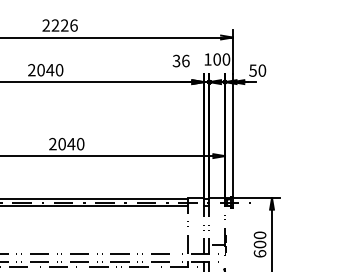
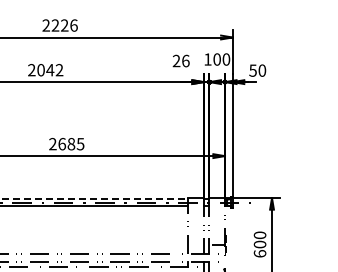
text at (176, 61): 36 -> 26
text at (59, 70): 2040 -> 2042
text at (71, 143): 2040 -> 2685
line at (94, 198): solid -> dashed
